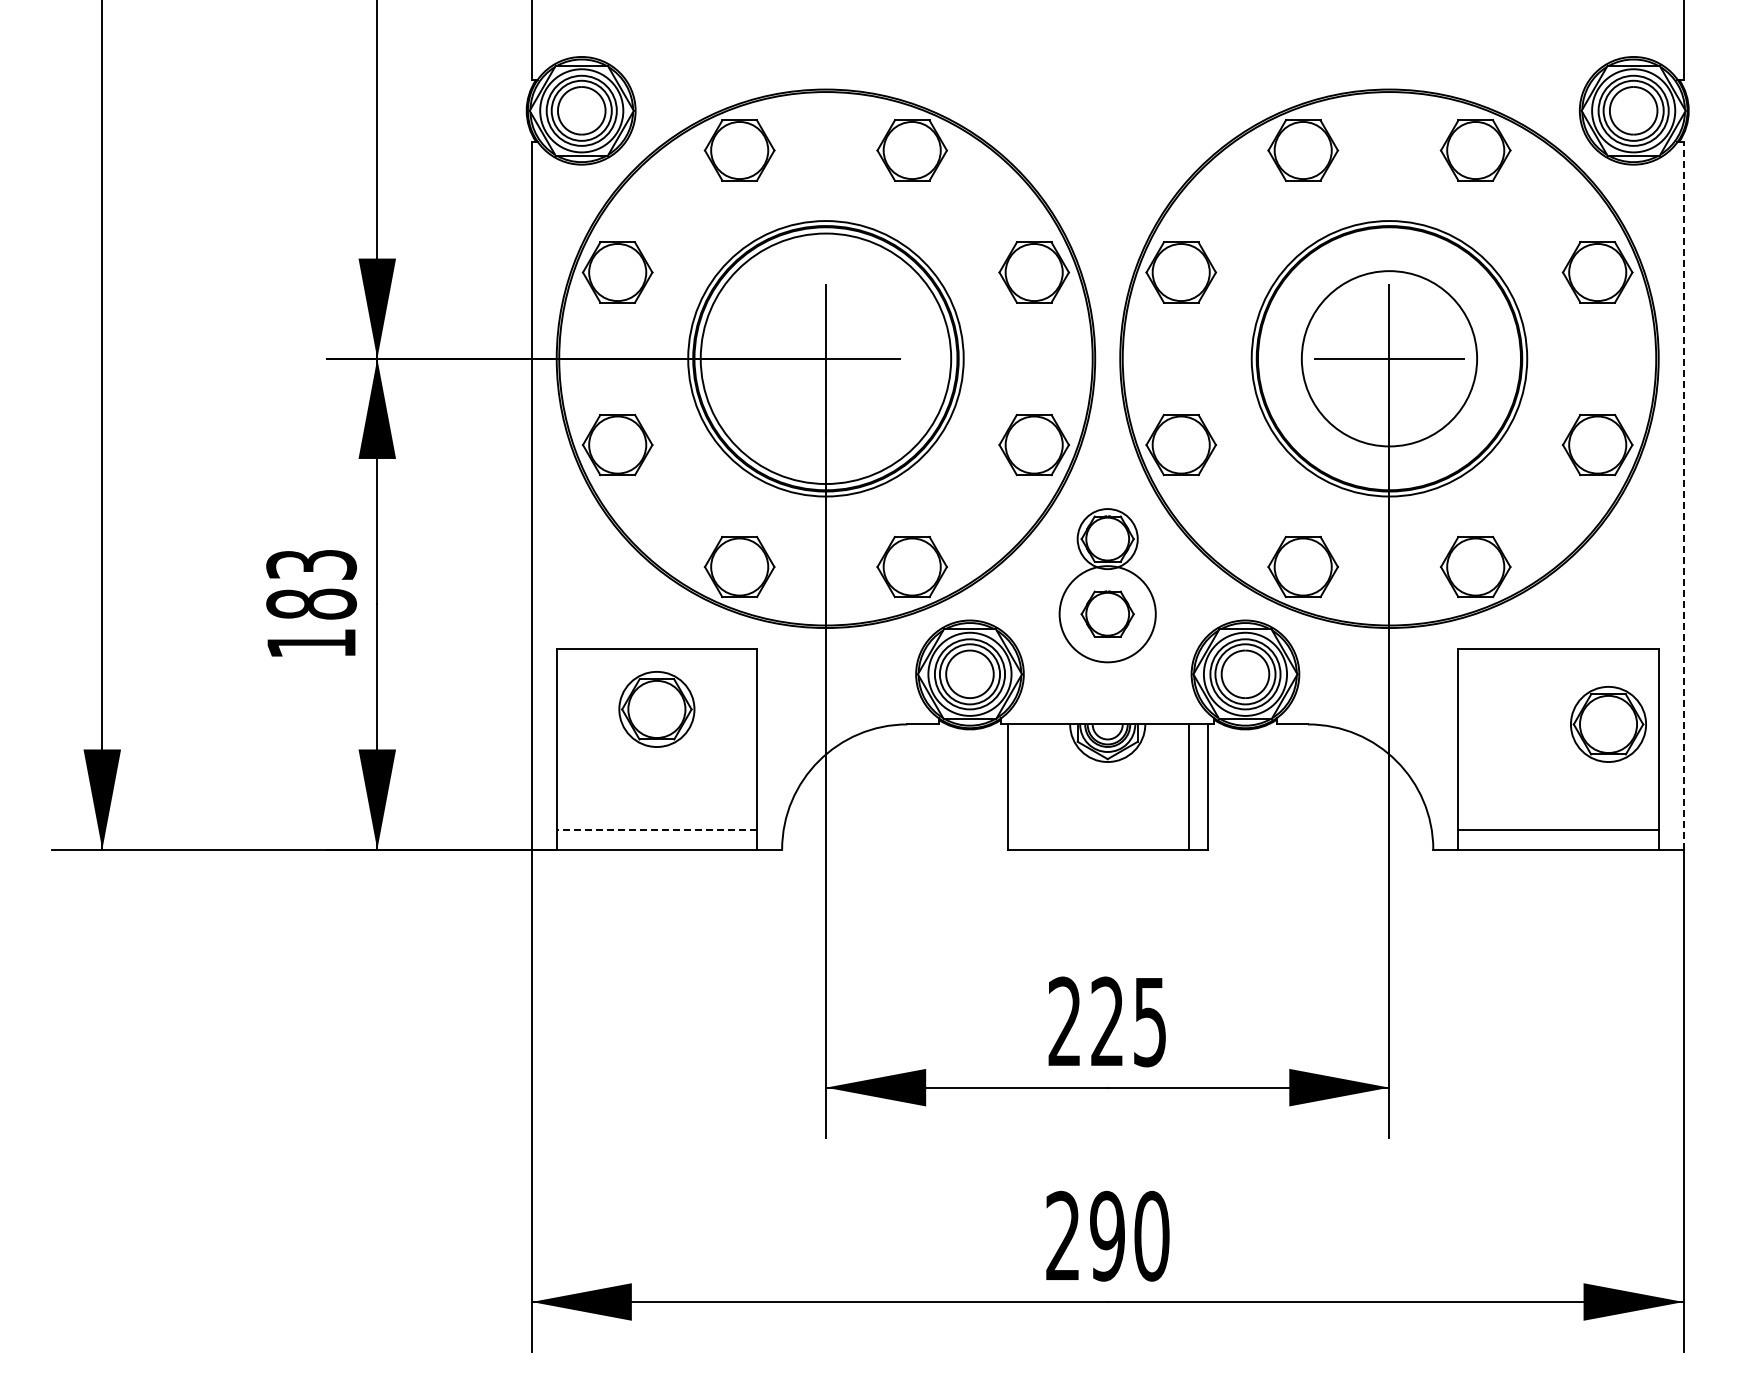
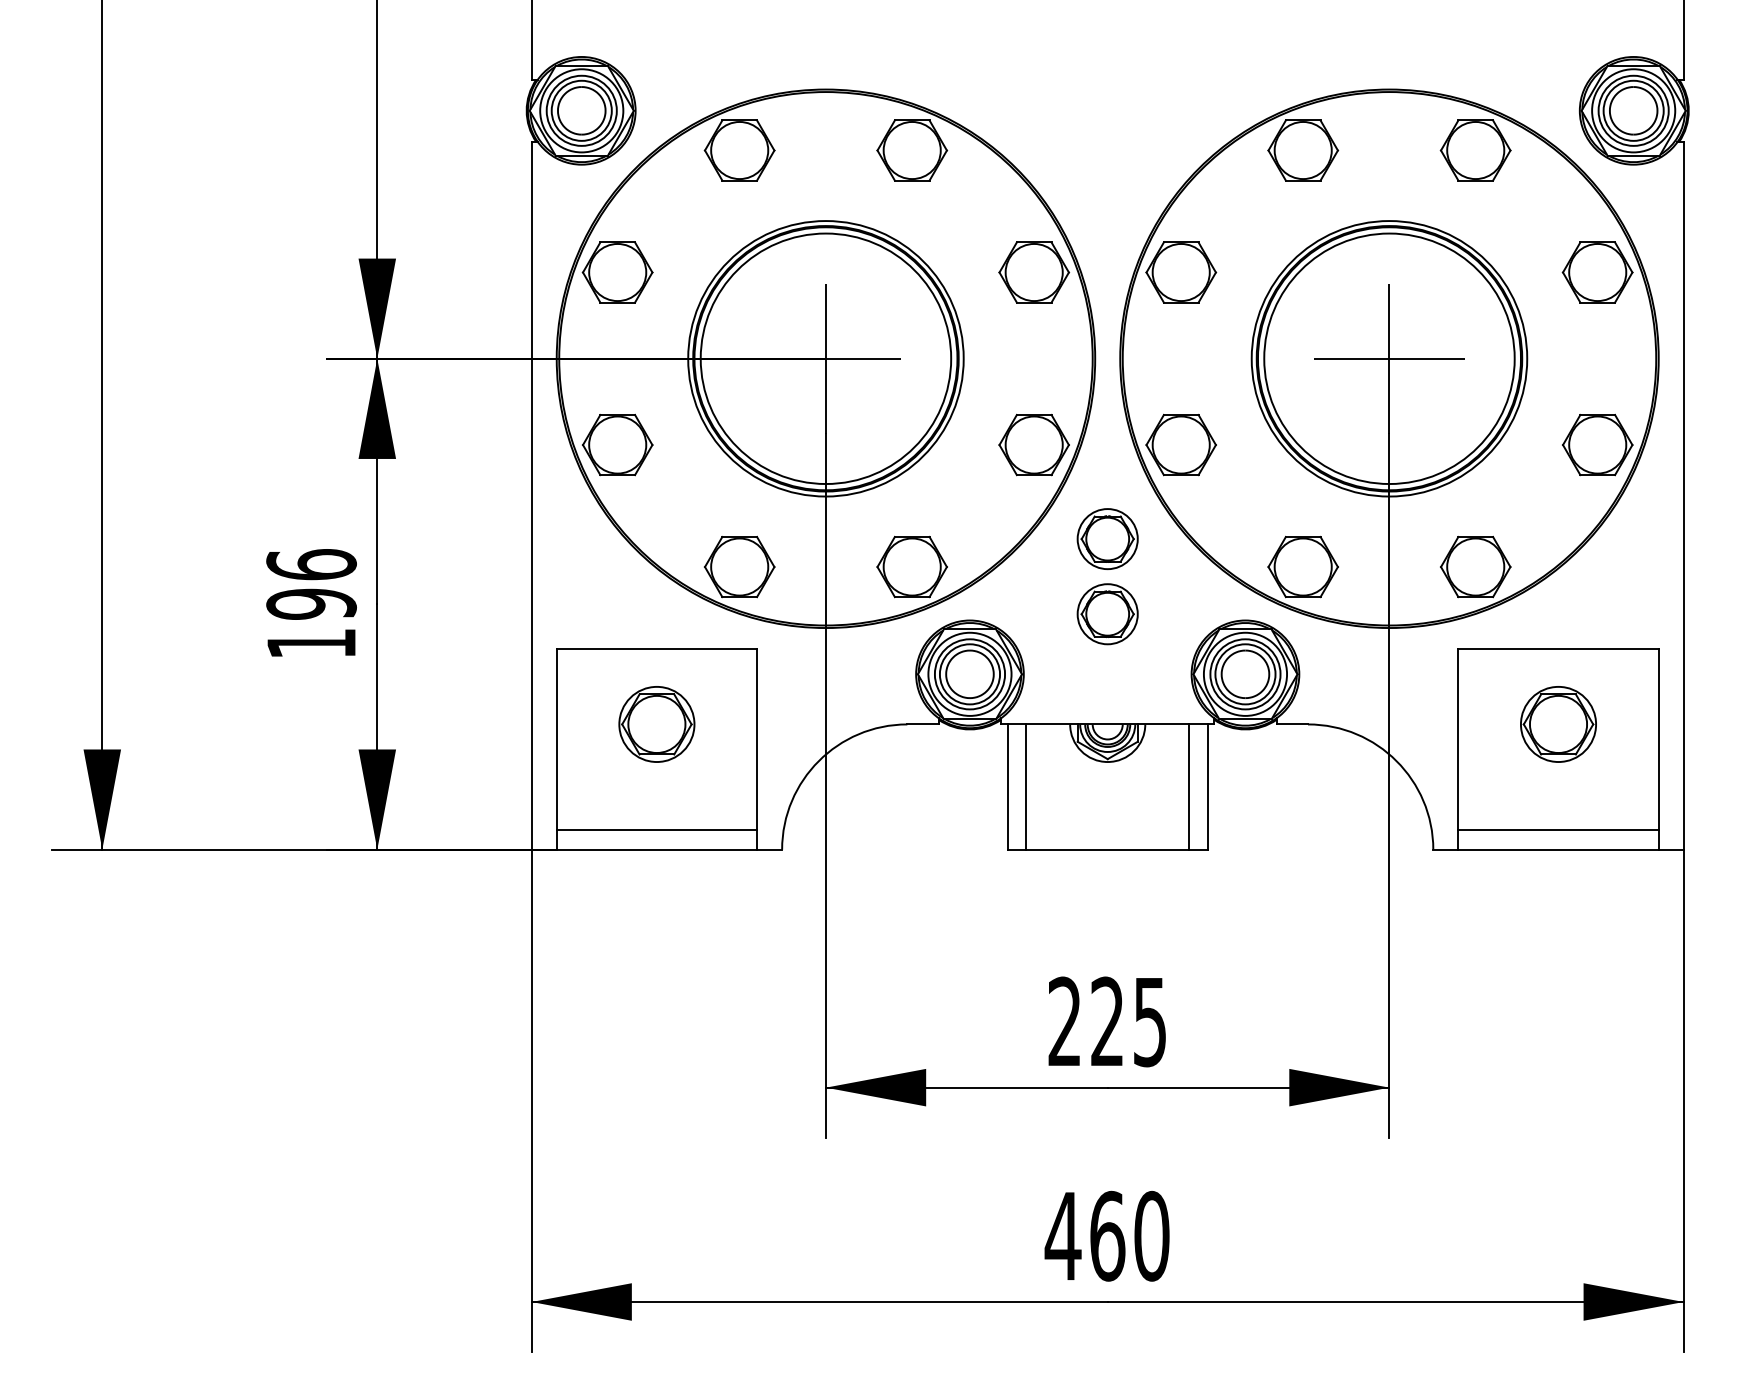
circle at (1389, 358) diameter: 175 px -> 250 px
line at (1683, 495): dashed -> solid
text at (311, 584): 183 -> 196
circle at (1107, 614) diameter: 96 px -> 60 px
part at (656, 709) position: (656, 709) -> (656, 724)
part at (1608, 724) position: (1608, 724) -> (1558, 724)
line at (1026, 786): none -> present
line at (656, 829): dashed -> solid
text at (1084, 1235): 290 -> 460
